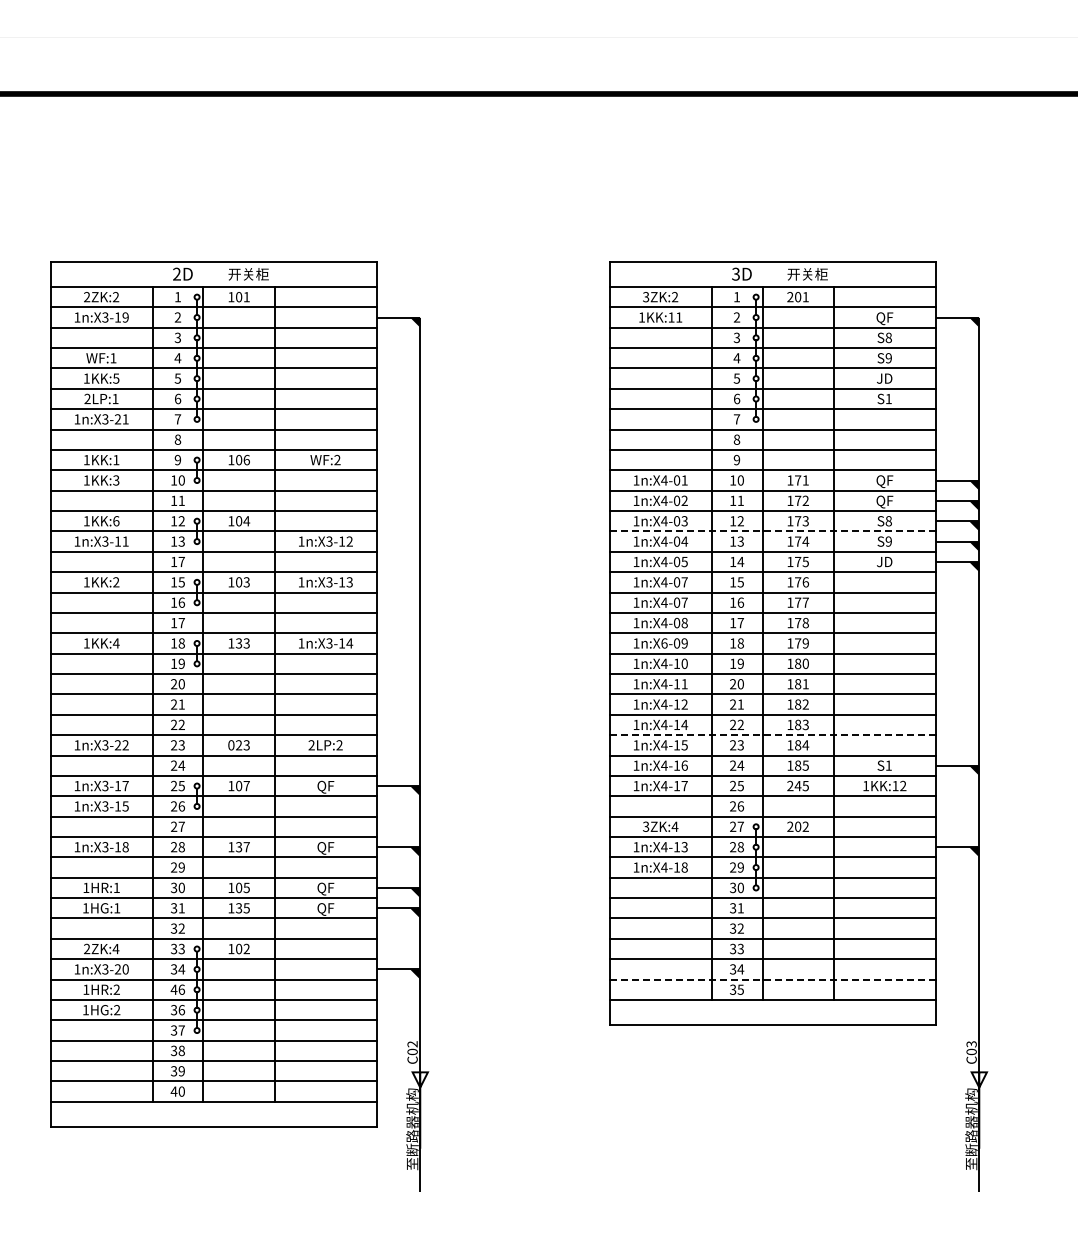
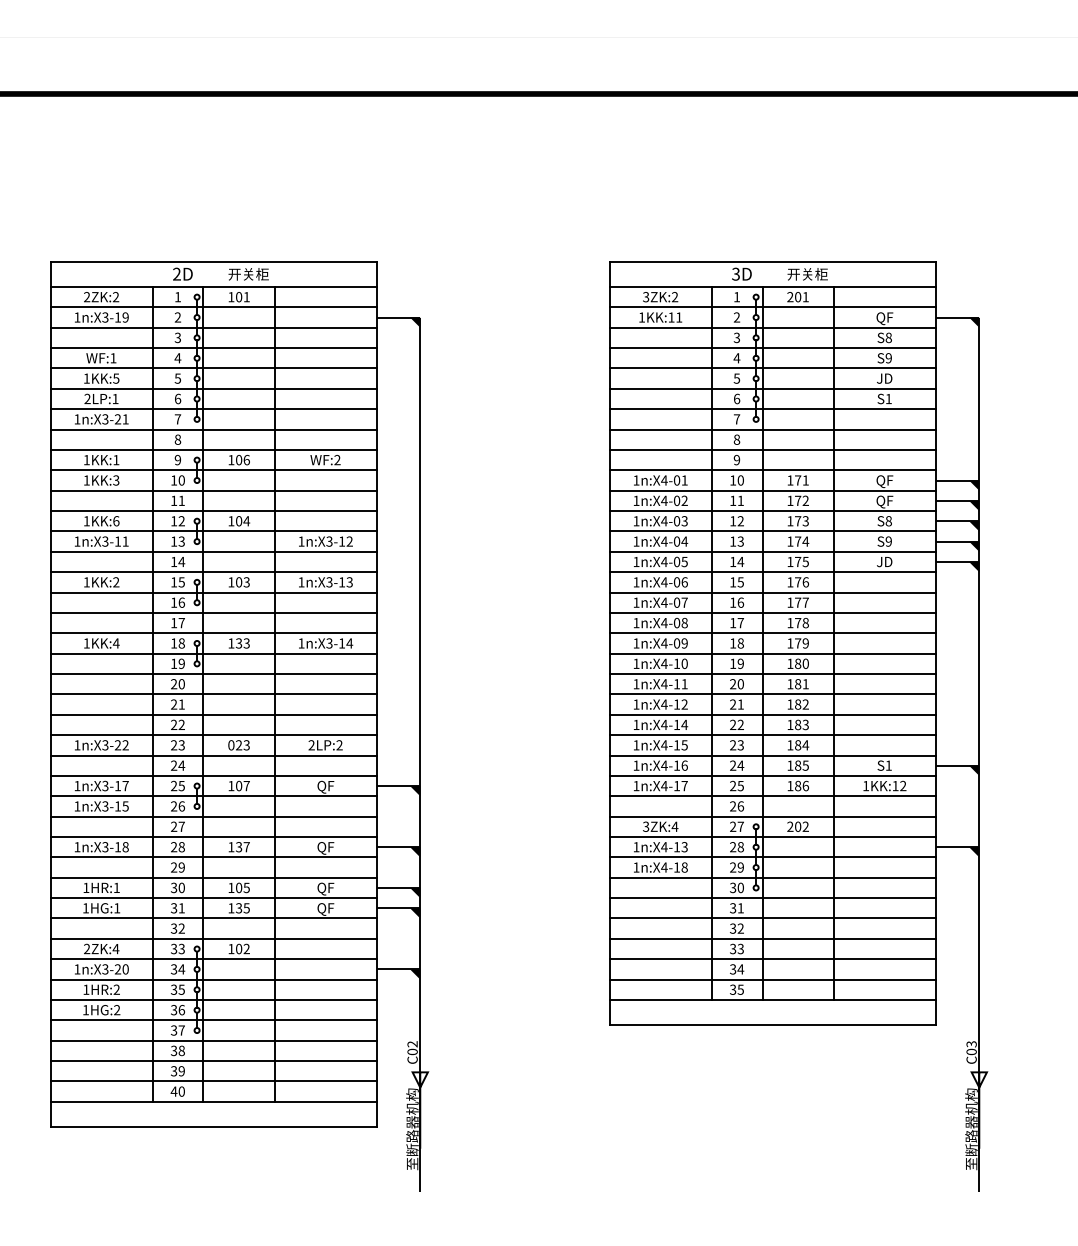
line at (772, 531): dashed -> solid
text at (181, 561): 17 -> 14
text at (684, 582): 1n:X4-07 -> 1n:X4-06
text at (664, 643): 1n:X6-09 -> 1n:X4-09
line at (772, 735): dashed -> solid
text at (797, 785): 245 -> 186
line at (772, 979): dashed -> solid
text at (177, 989): 46 -> 35
